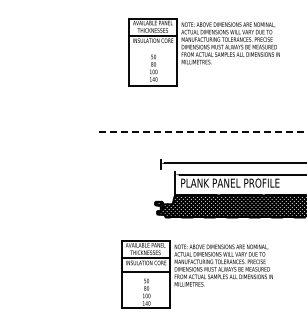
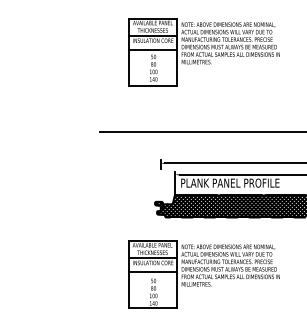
line at (152, 49): none -> present
line at (203, 132): dashed -> solid
part at (196, 274) position: (196, 274) -> (203, 274)
